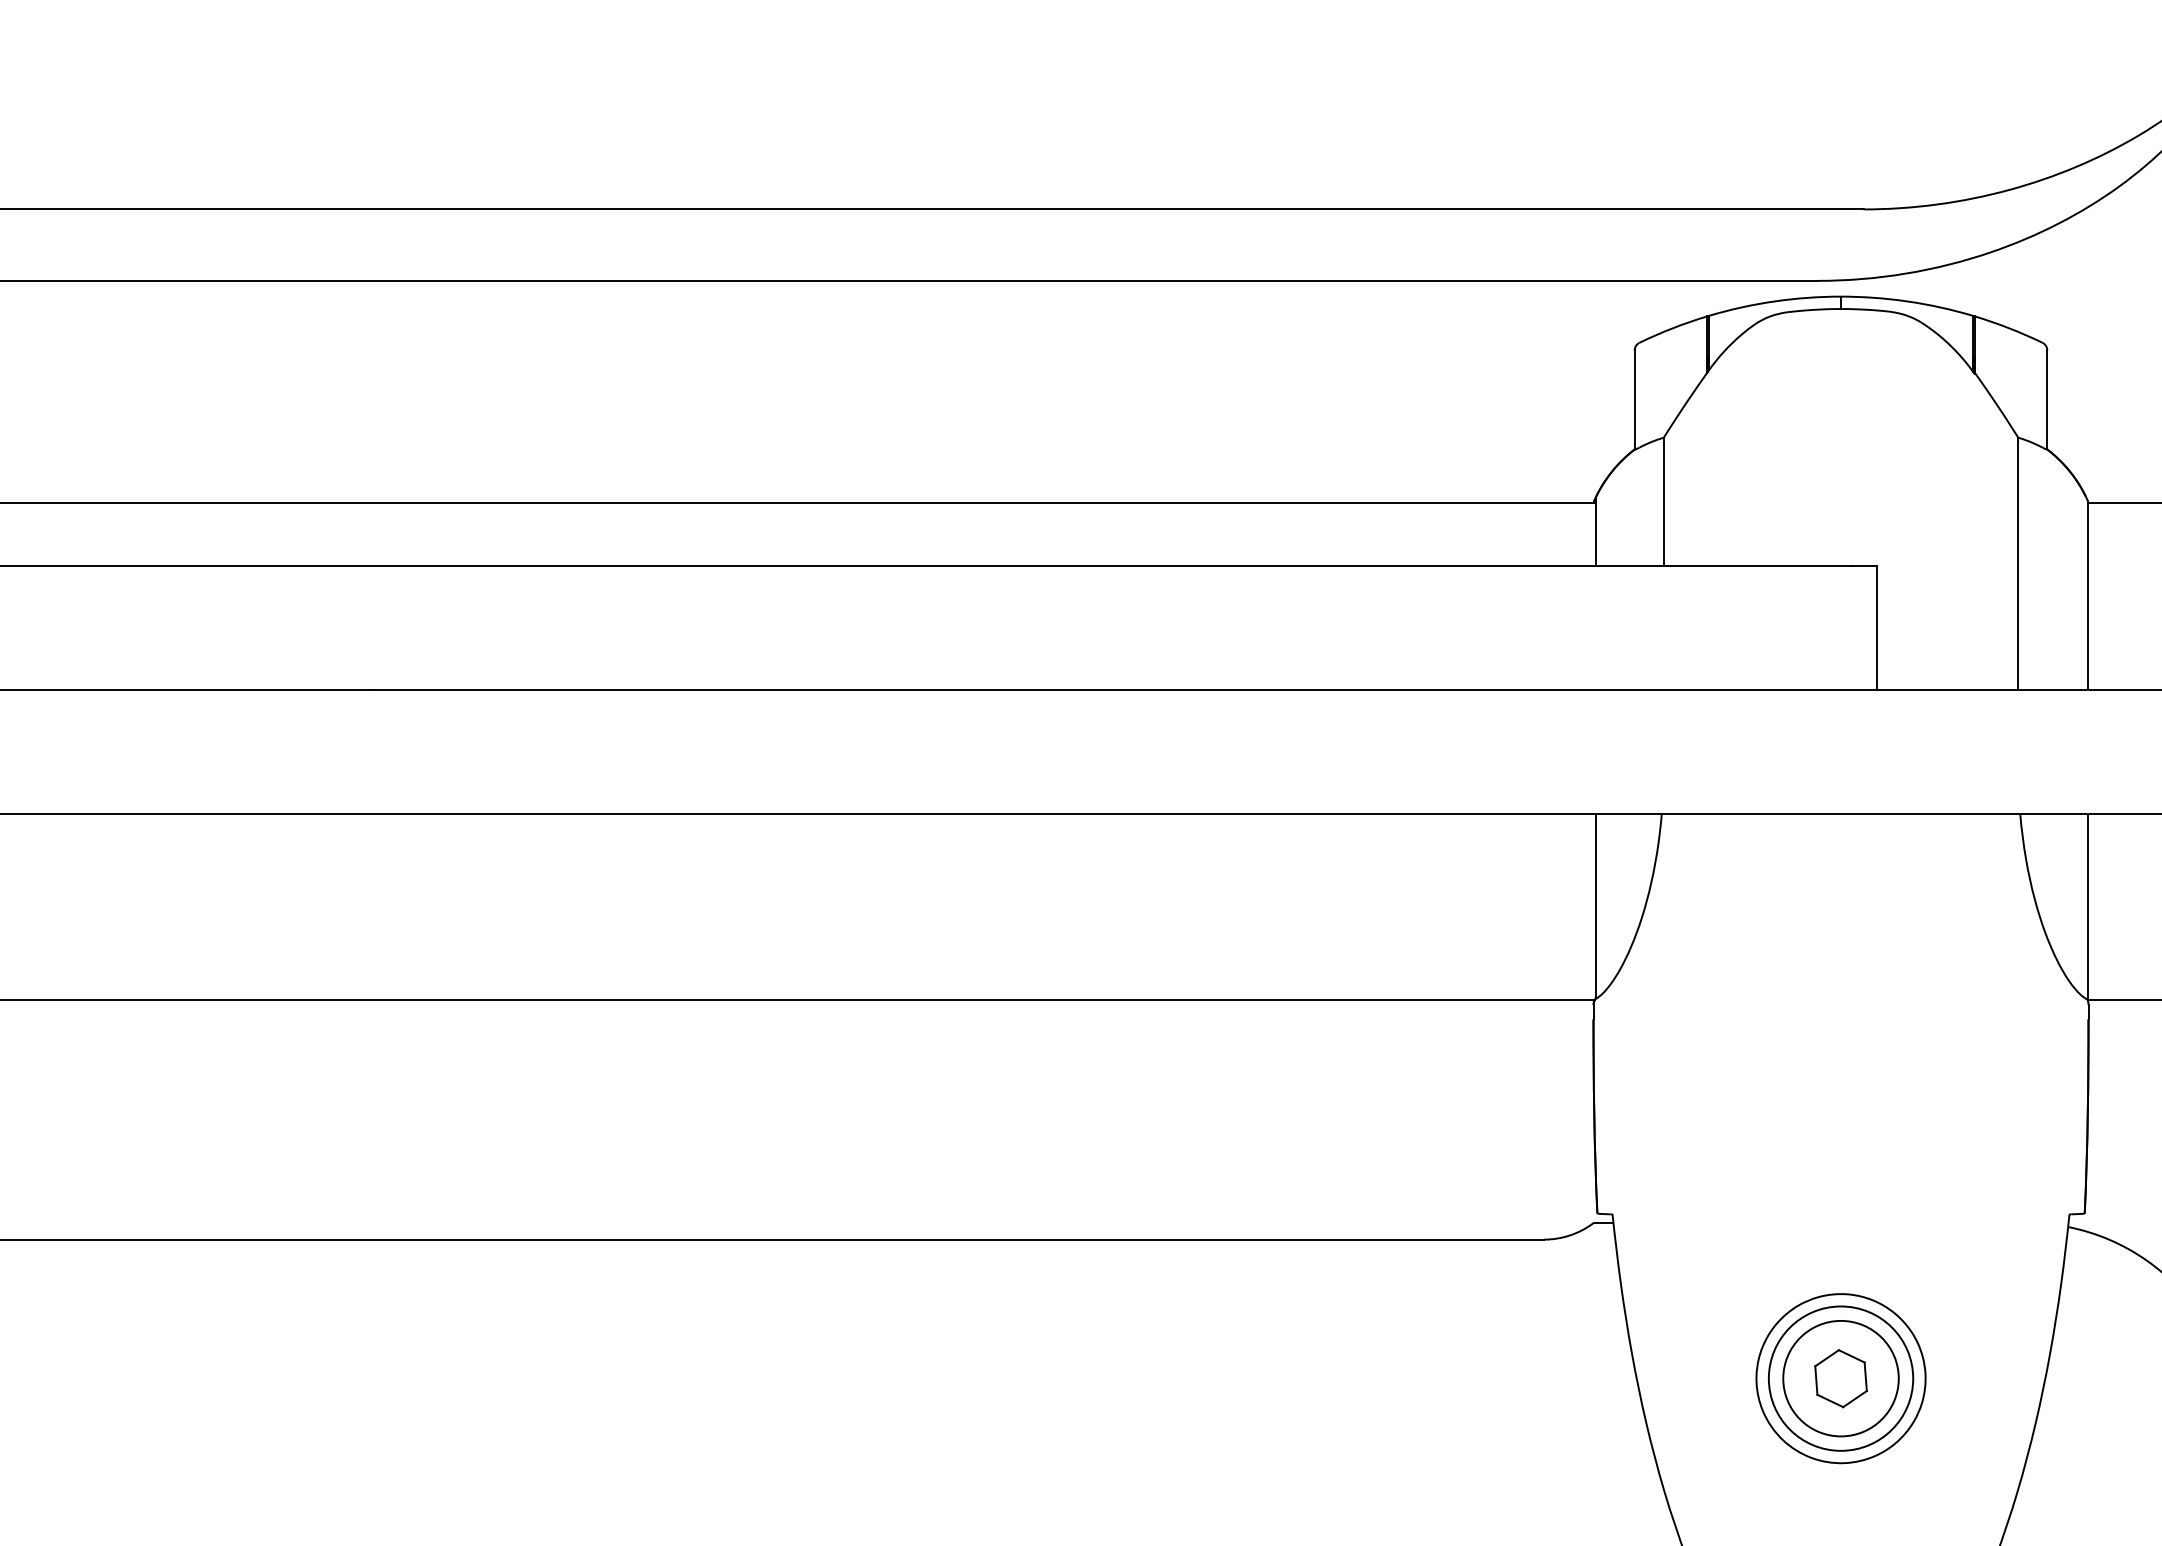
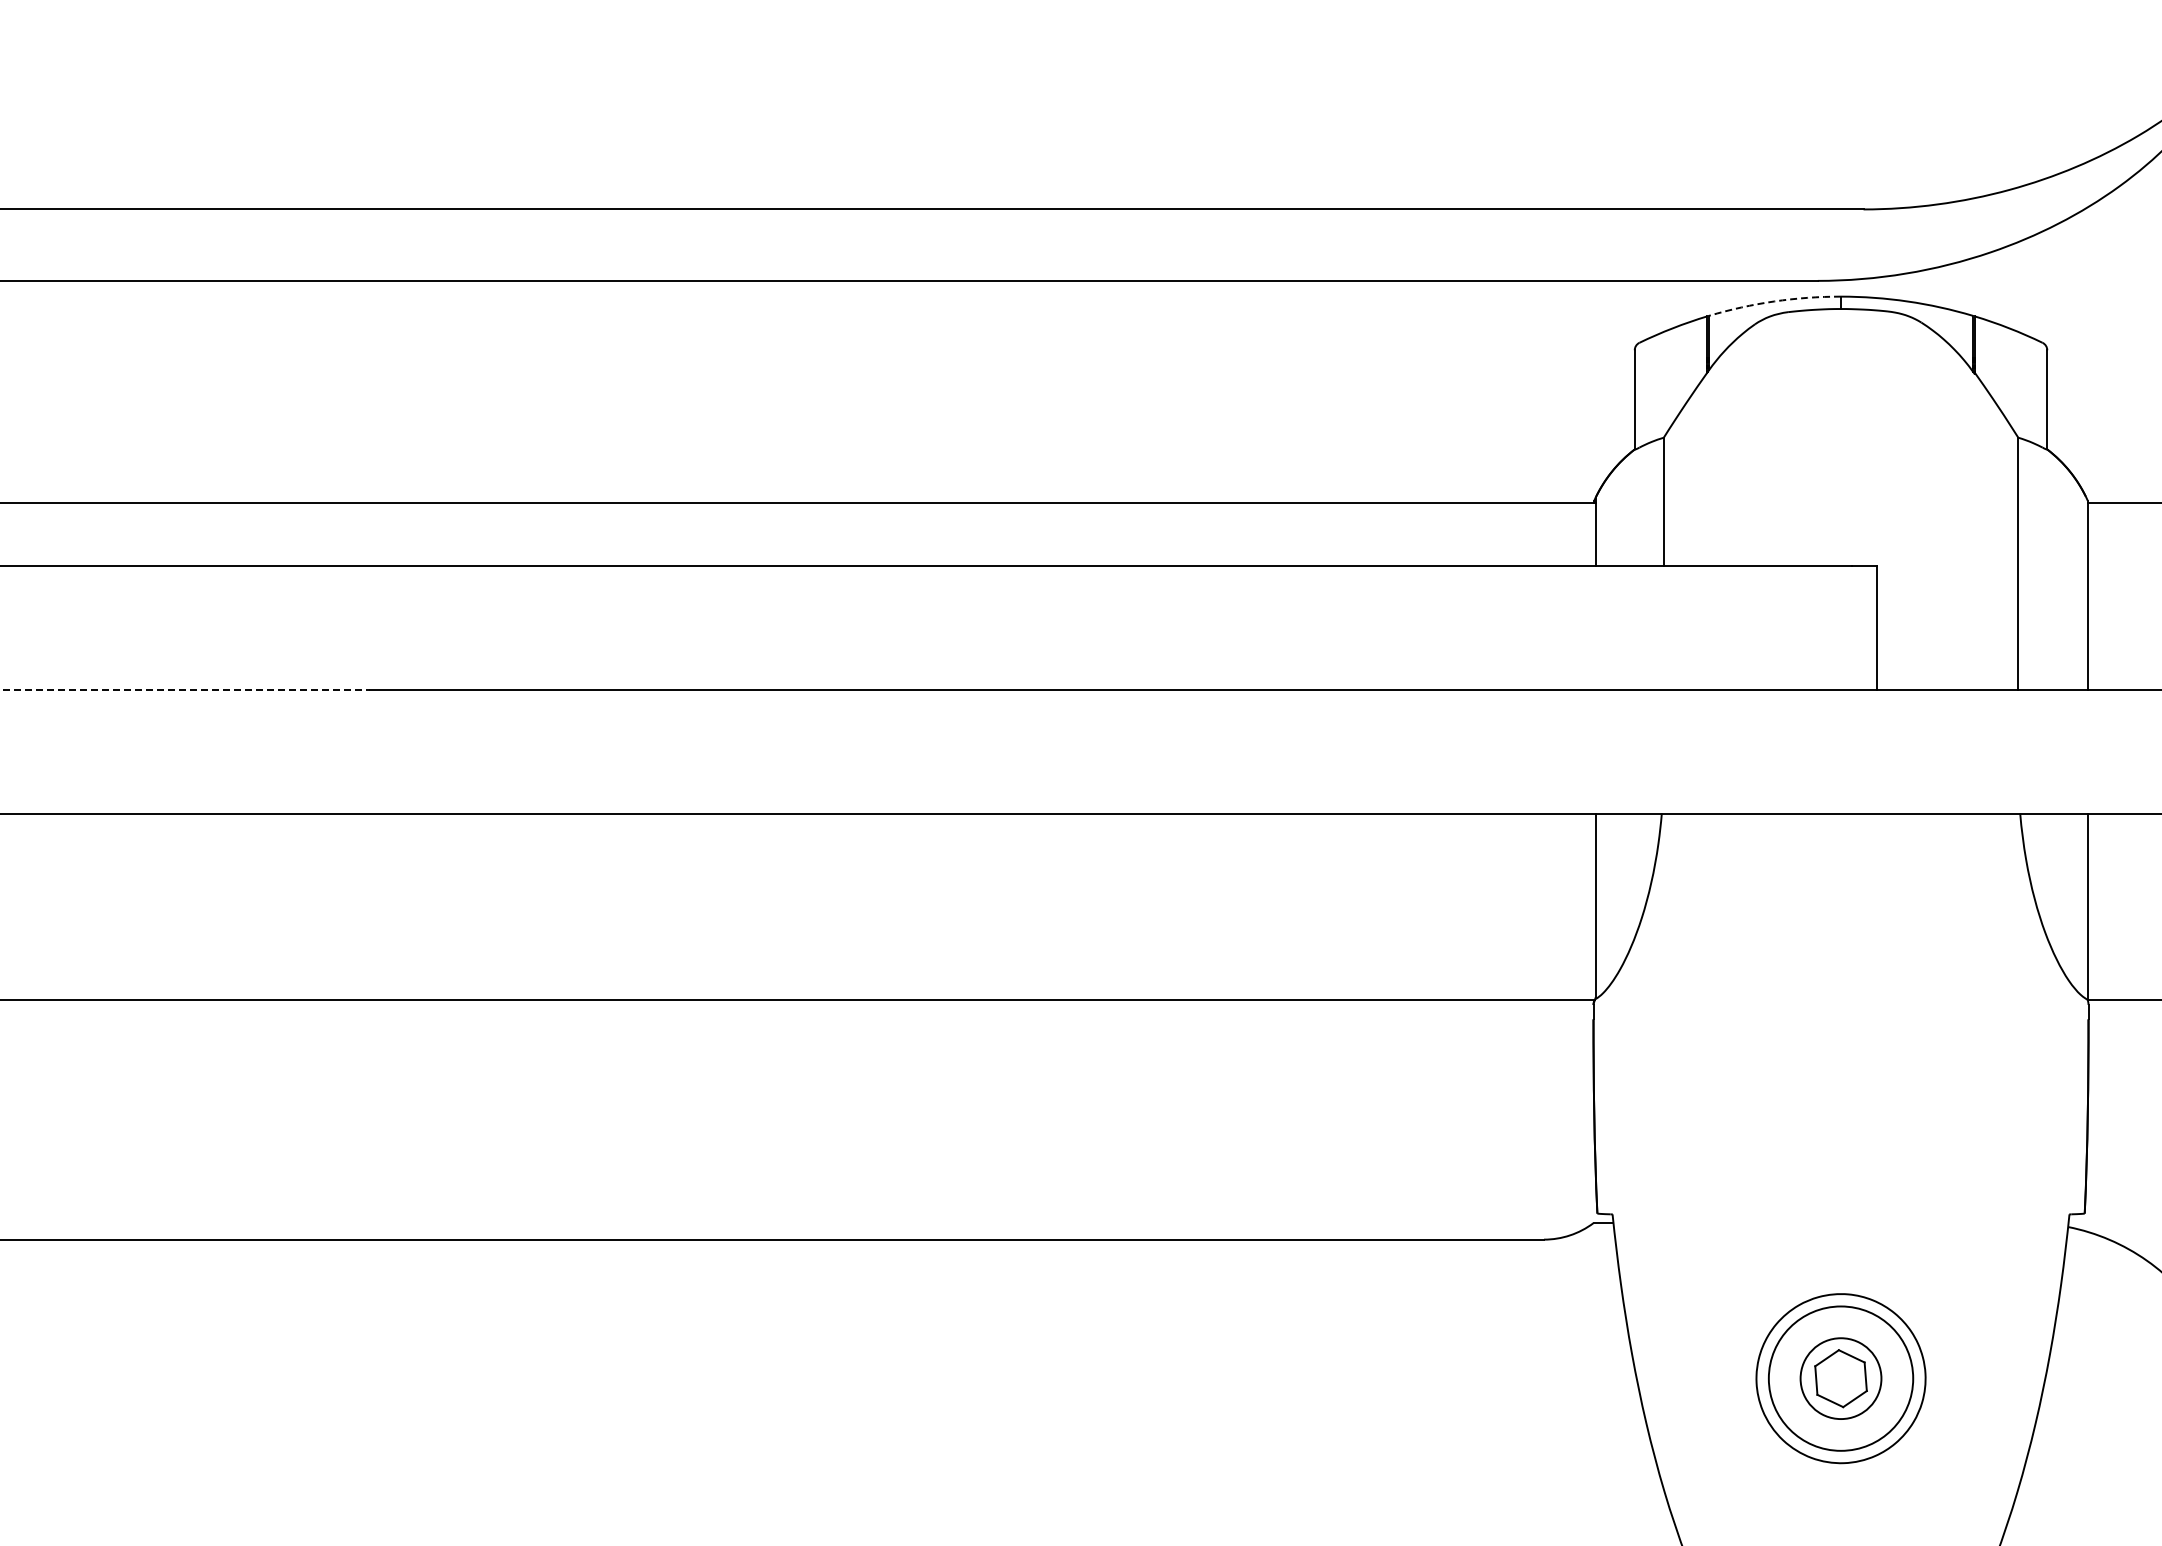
arc at (1774, 301): solid -> dashed
line at (184, 689): solid -> dashed
circle at (1840, 1378) diameter: 116 px -> 81 px
